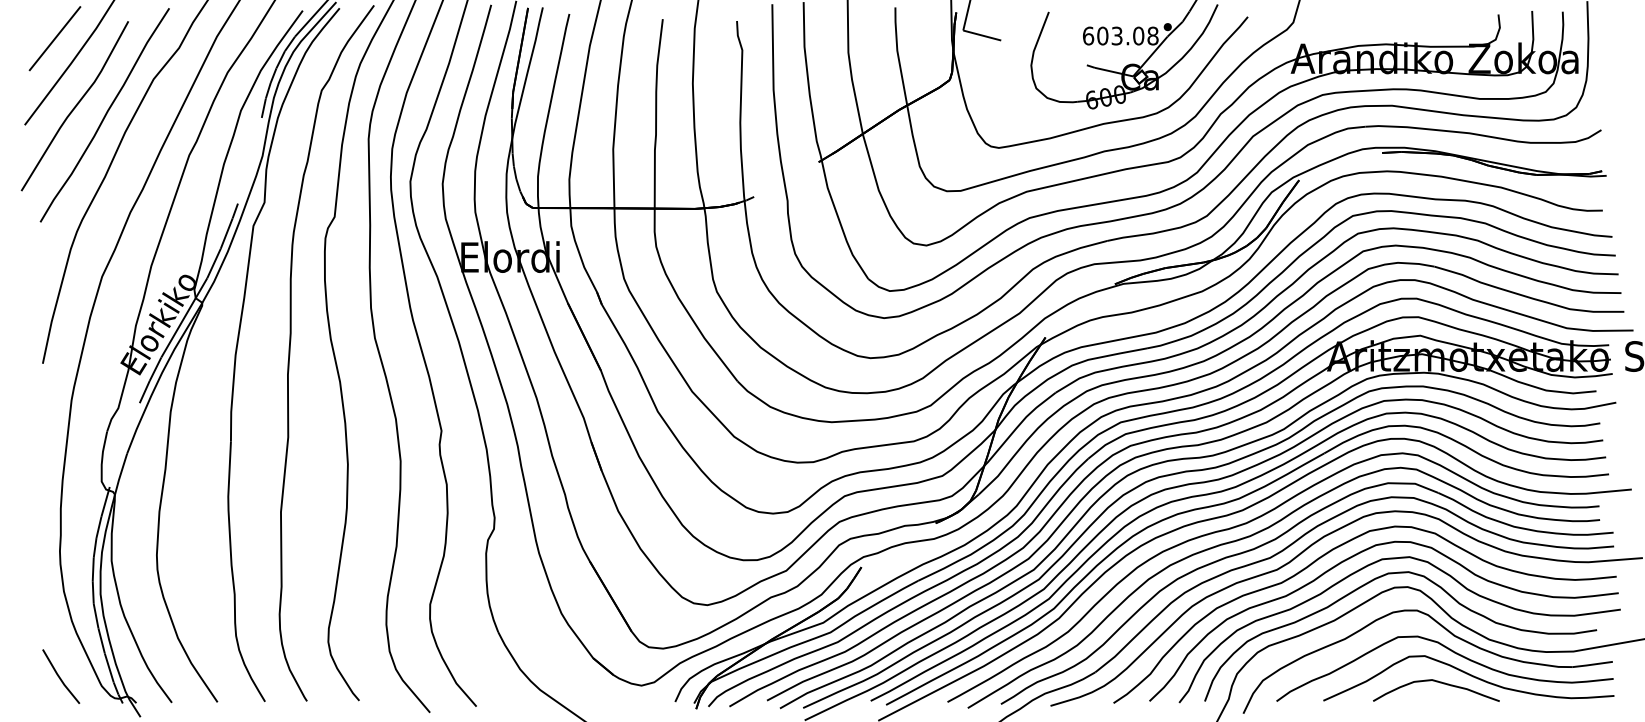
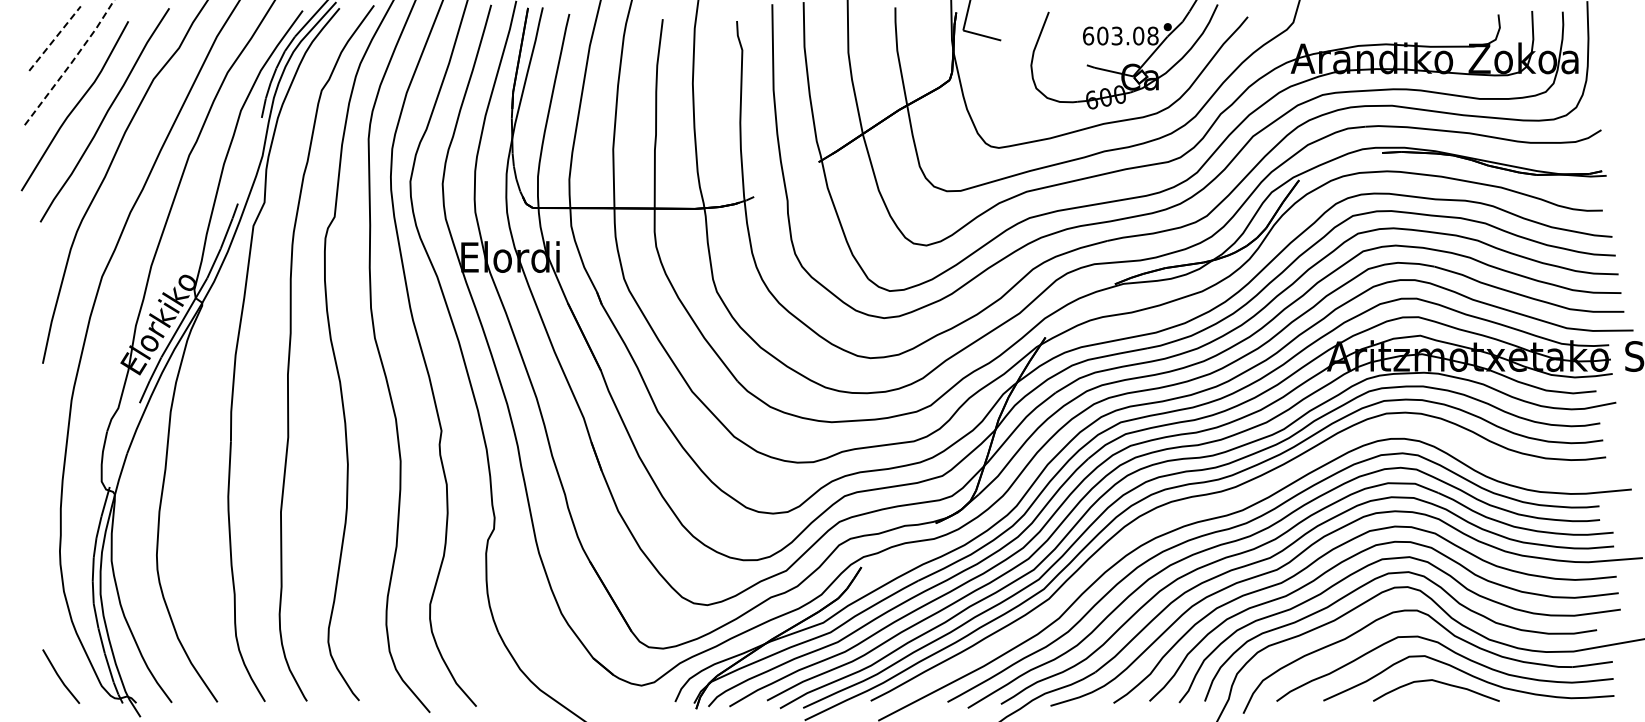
line at (55, 38): solid -> dashed
line at (71, 63): solid -> dashed
part at (1231, 502): present -> none
